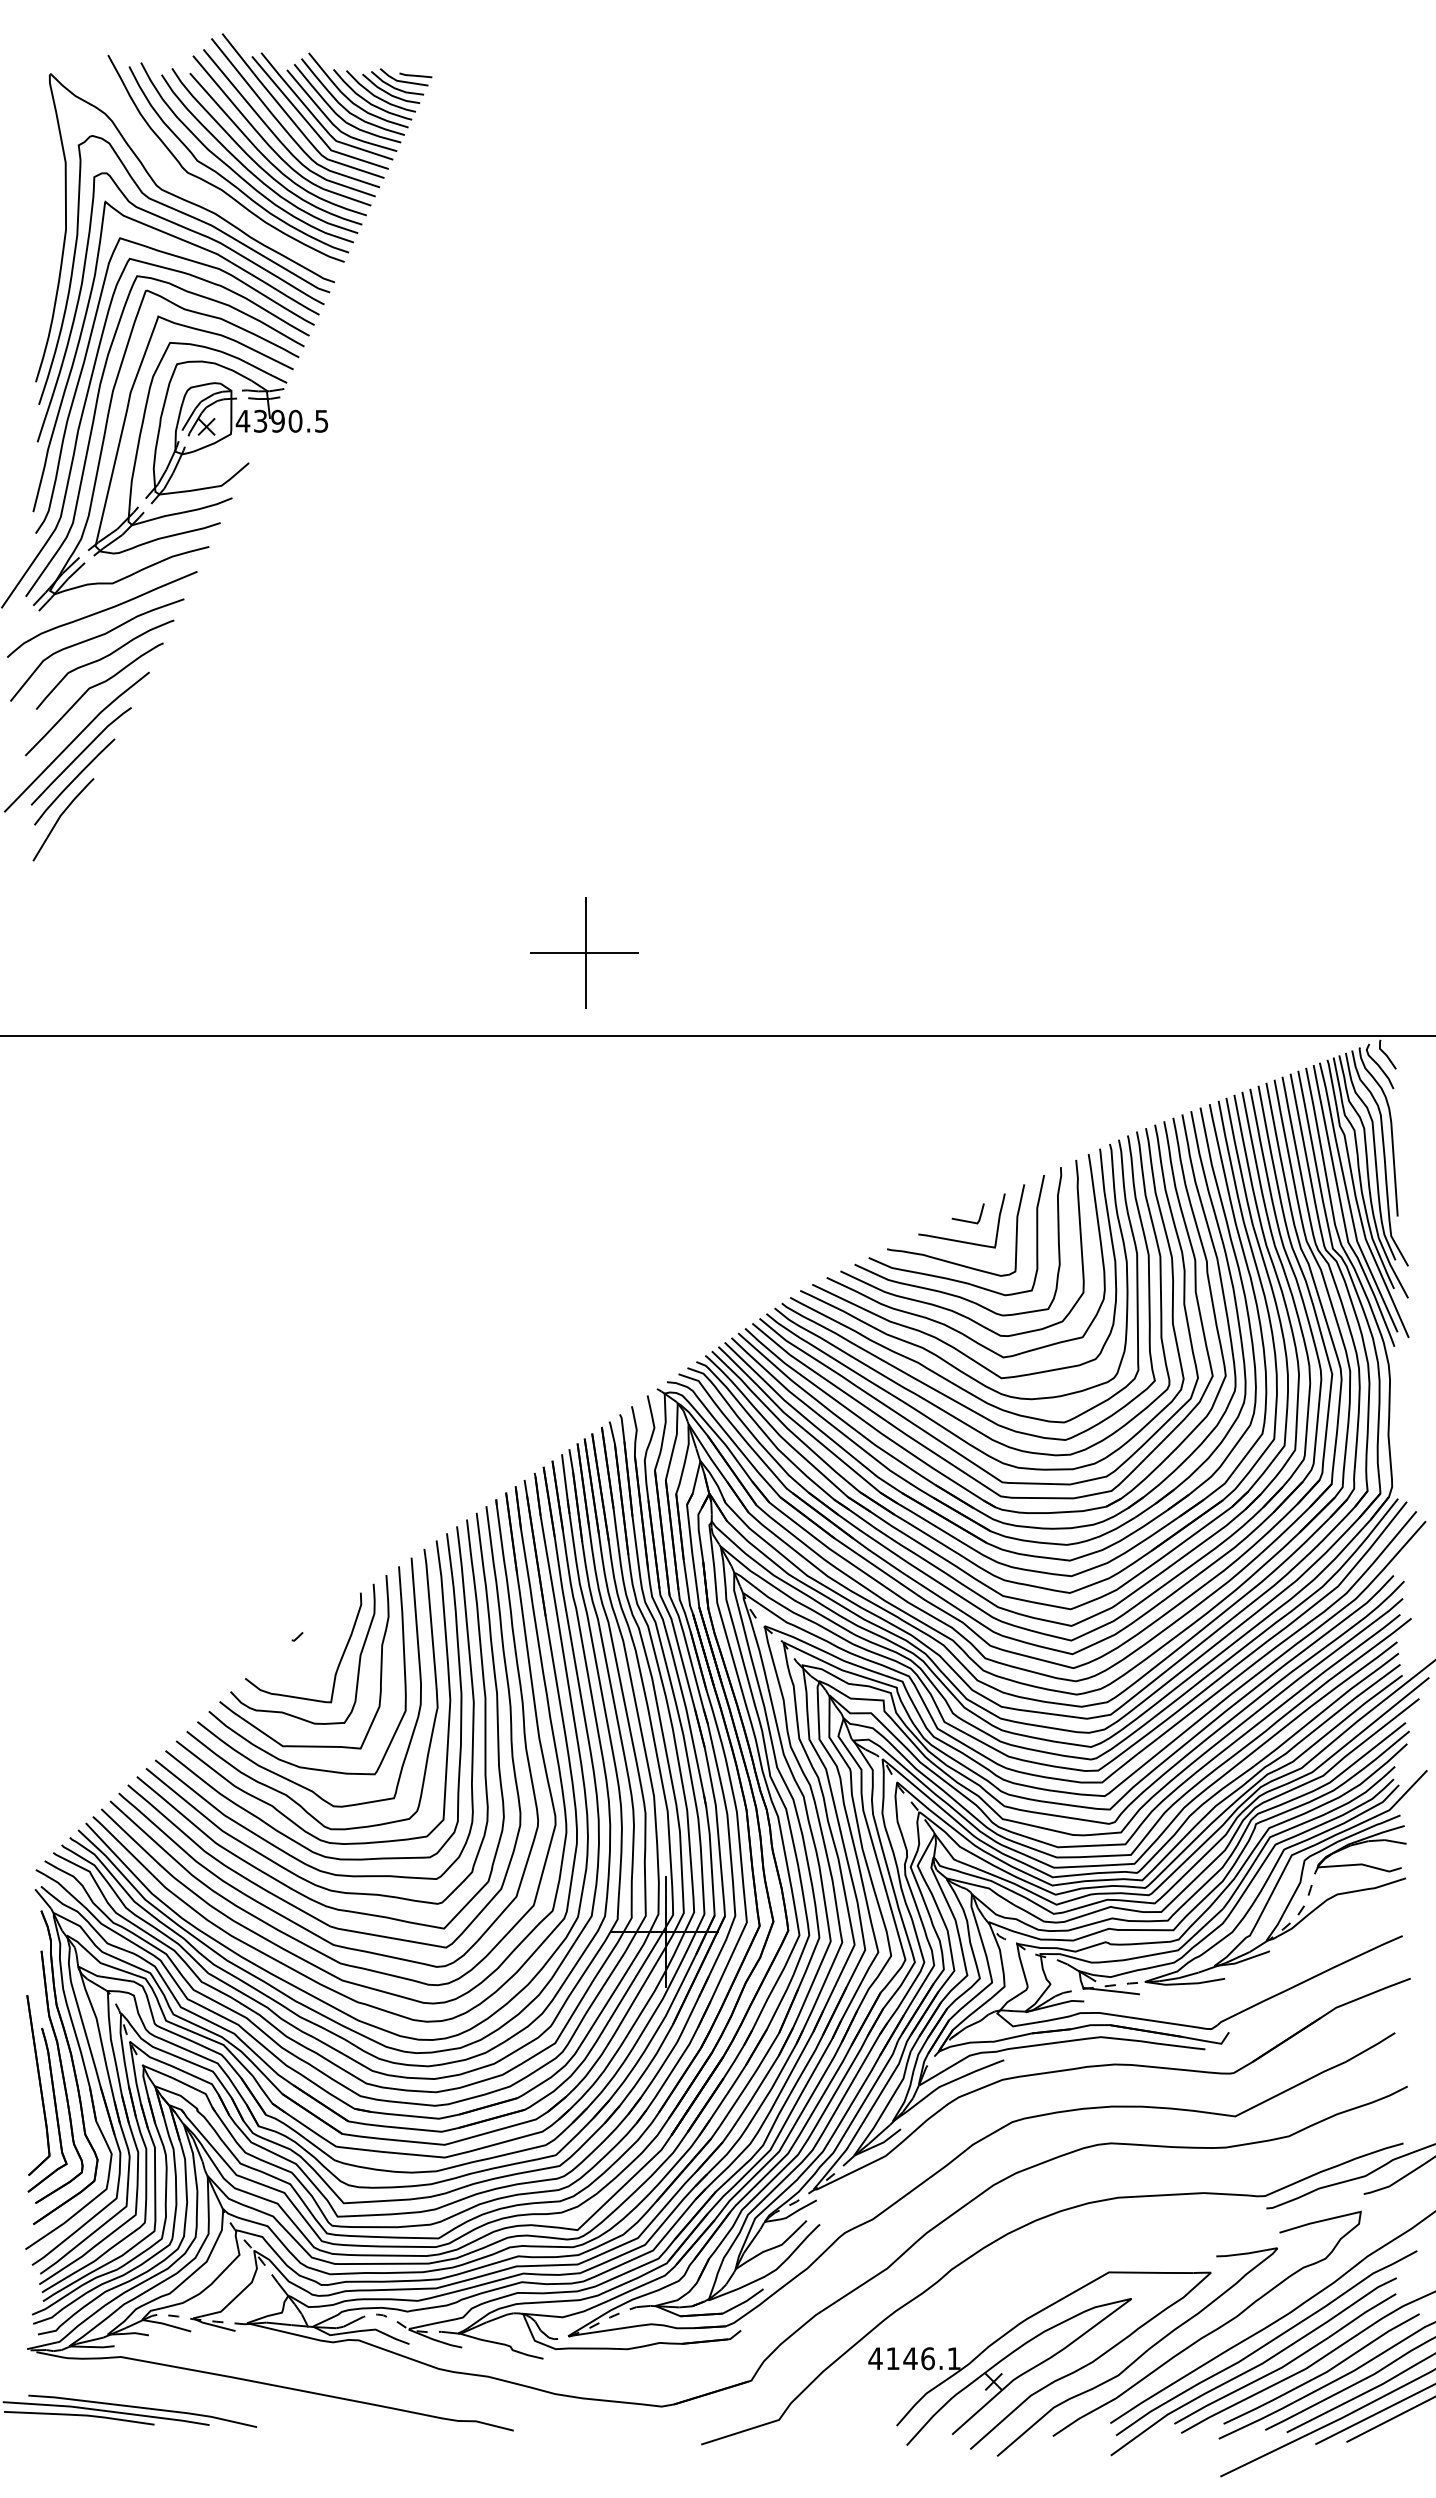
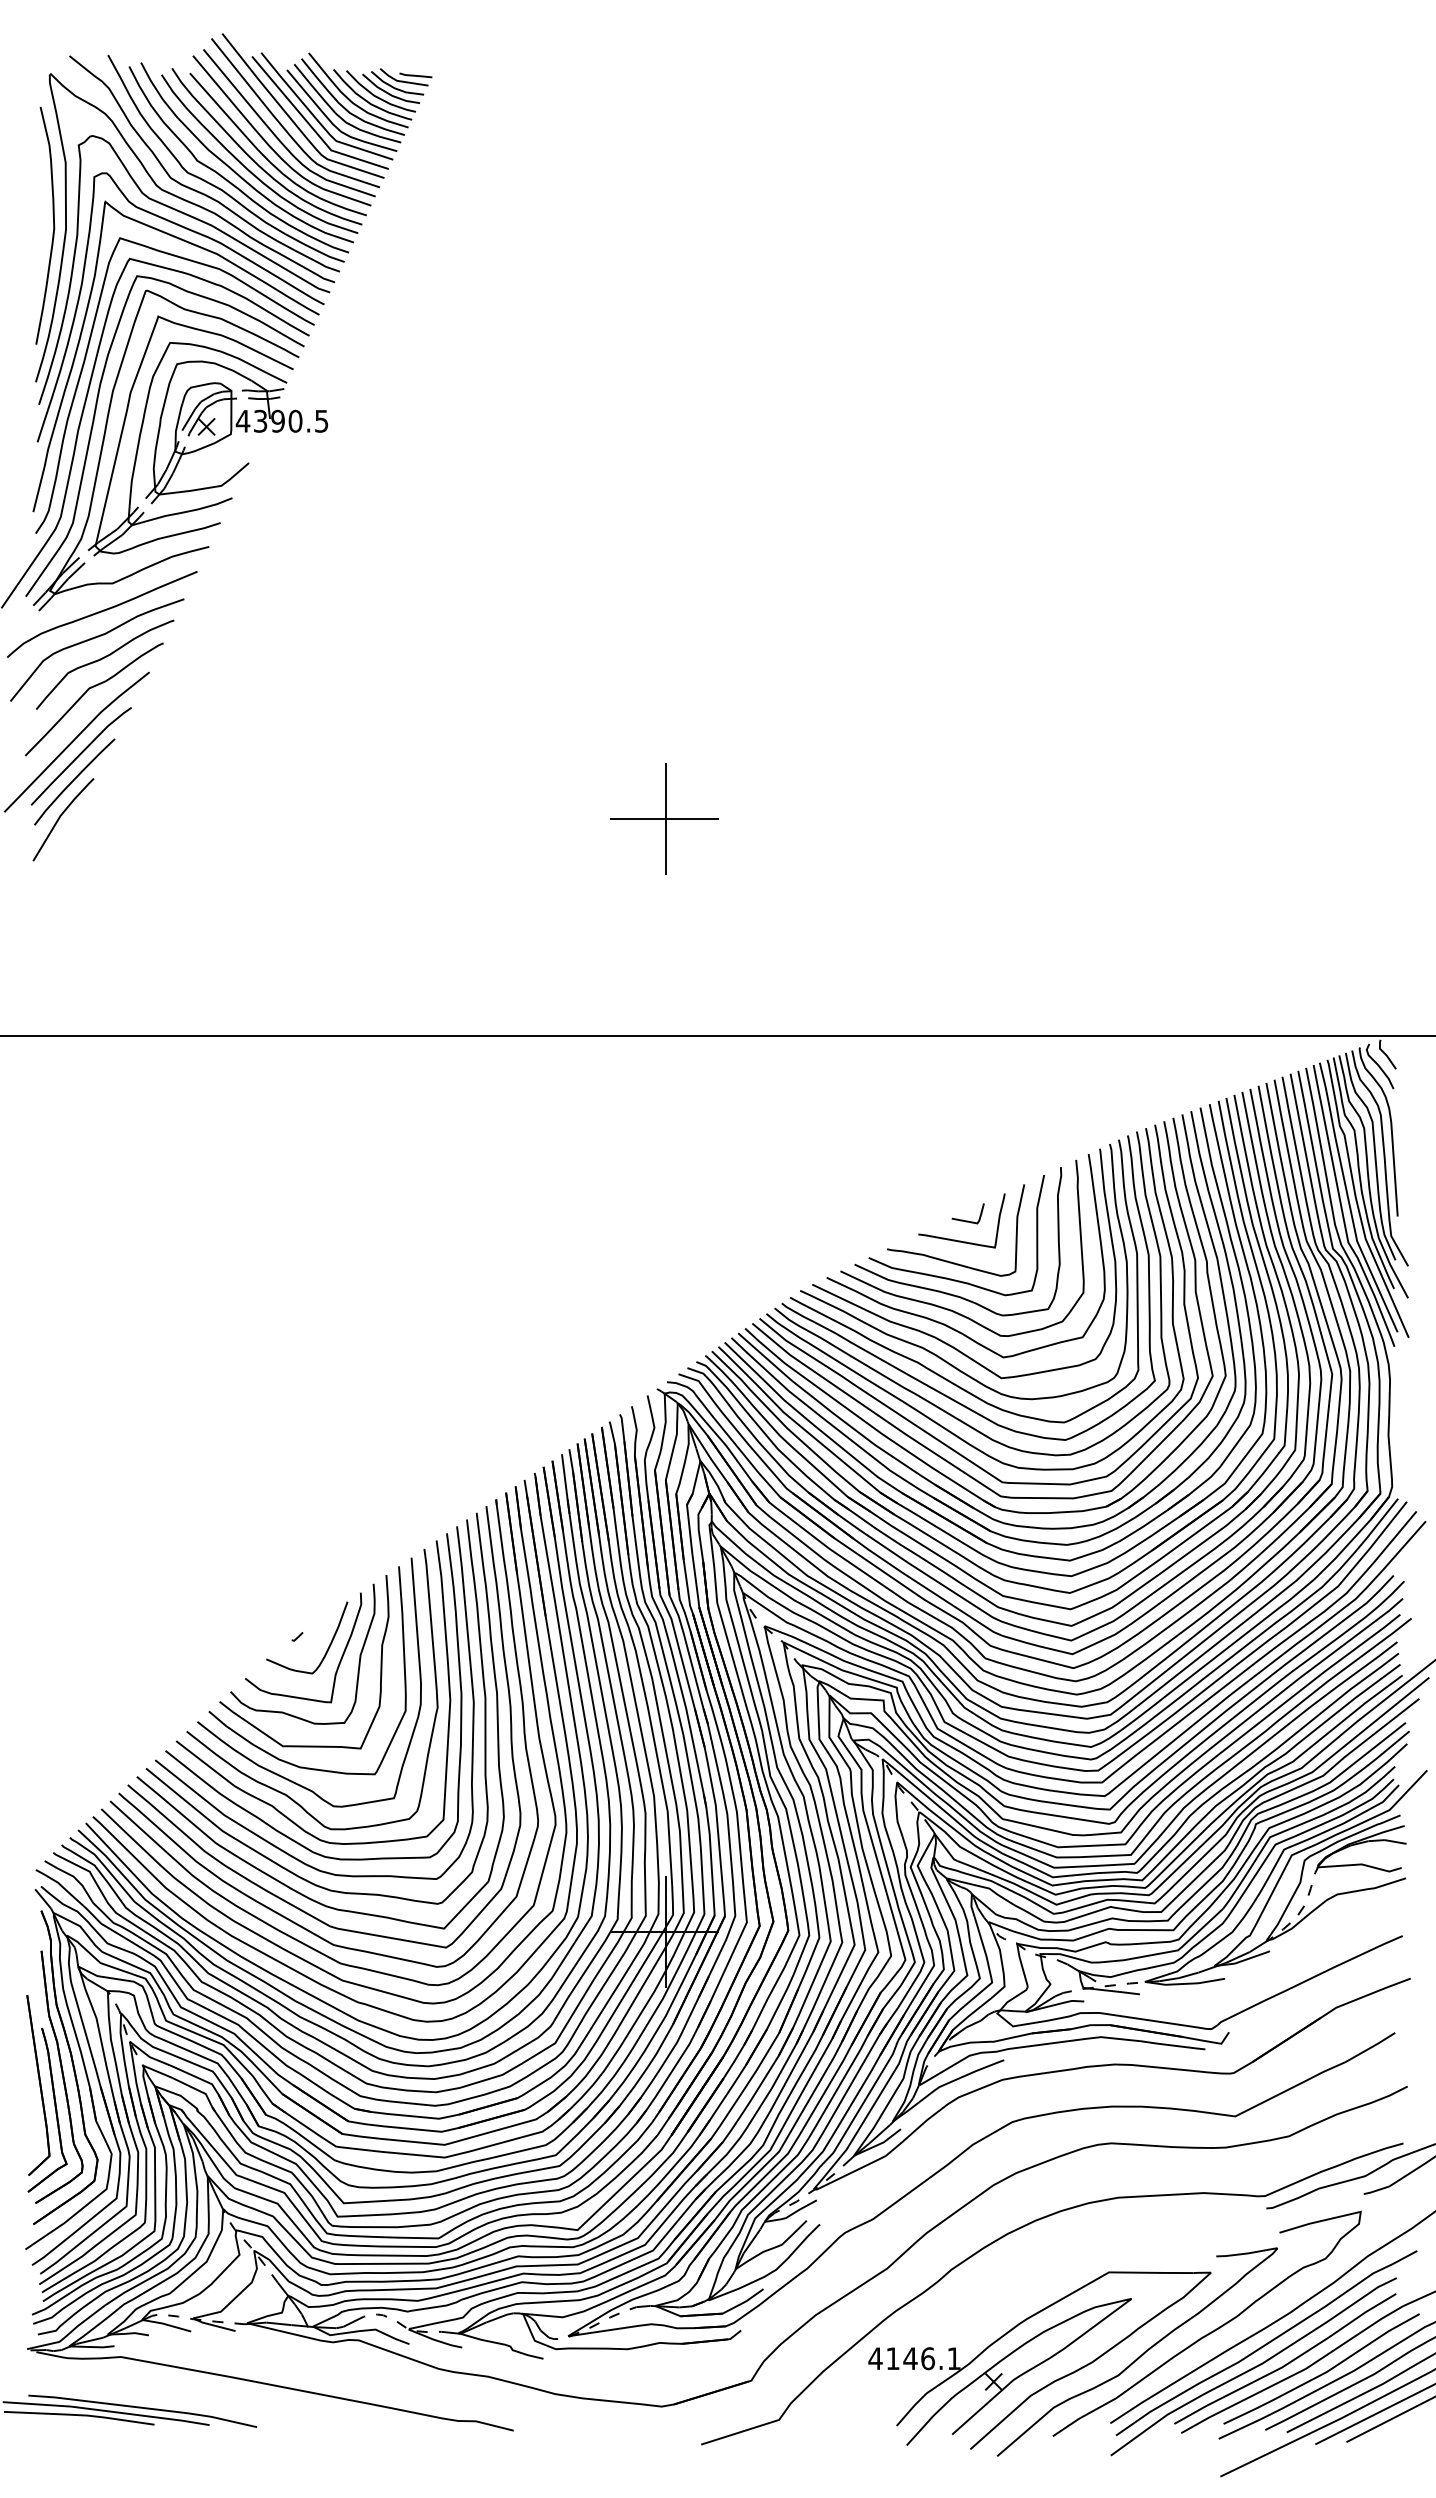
curve at (193, 188): none -> present
curve at (53, 225): none -> present
part at (584, 952) position: (584, 952) -> (664, 818)
curve at (327, 1648): none -> present
